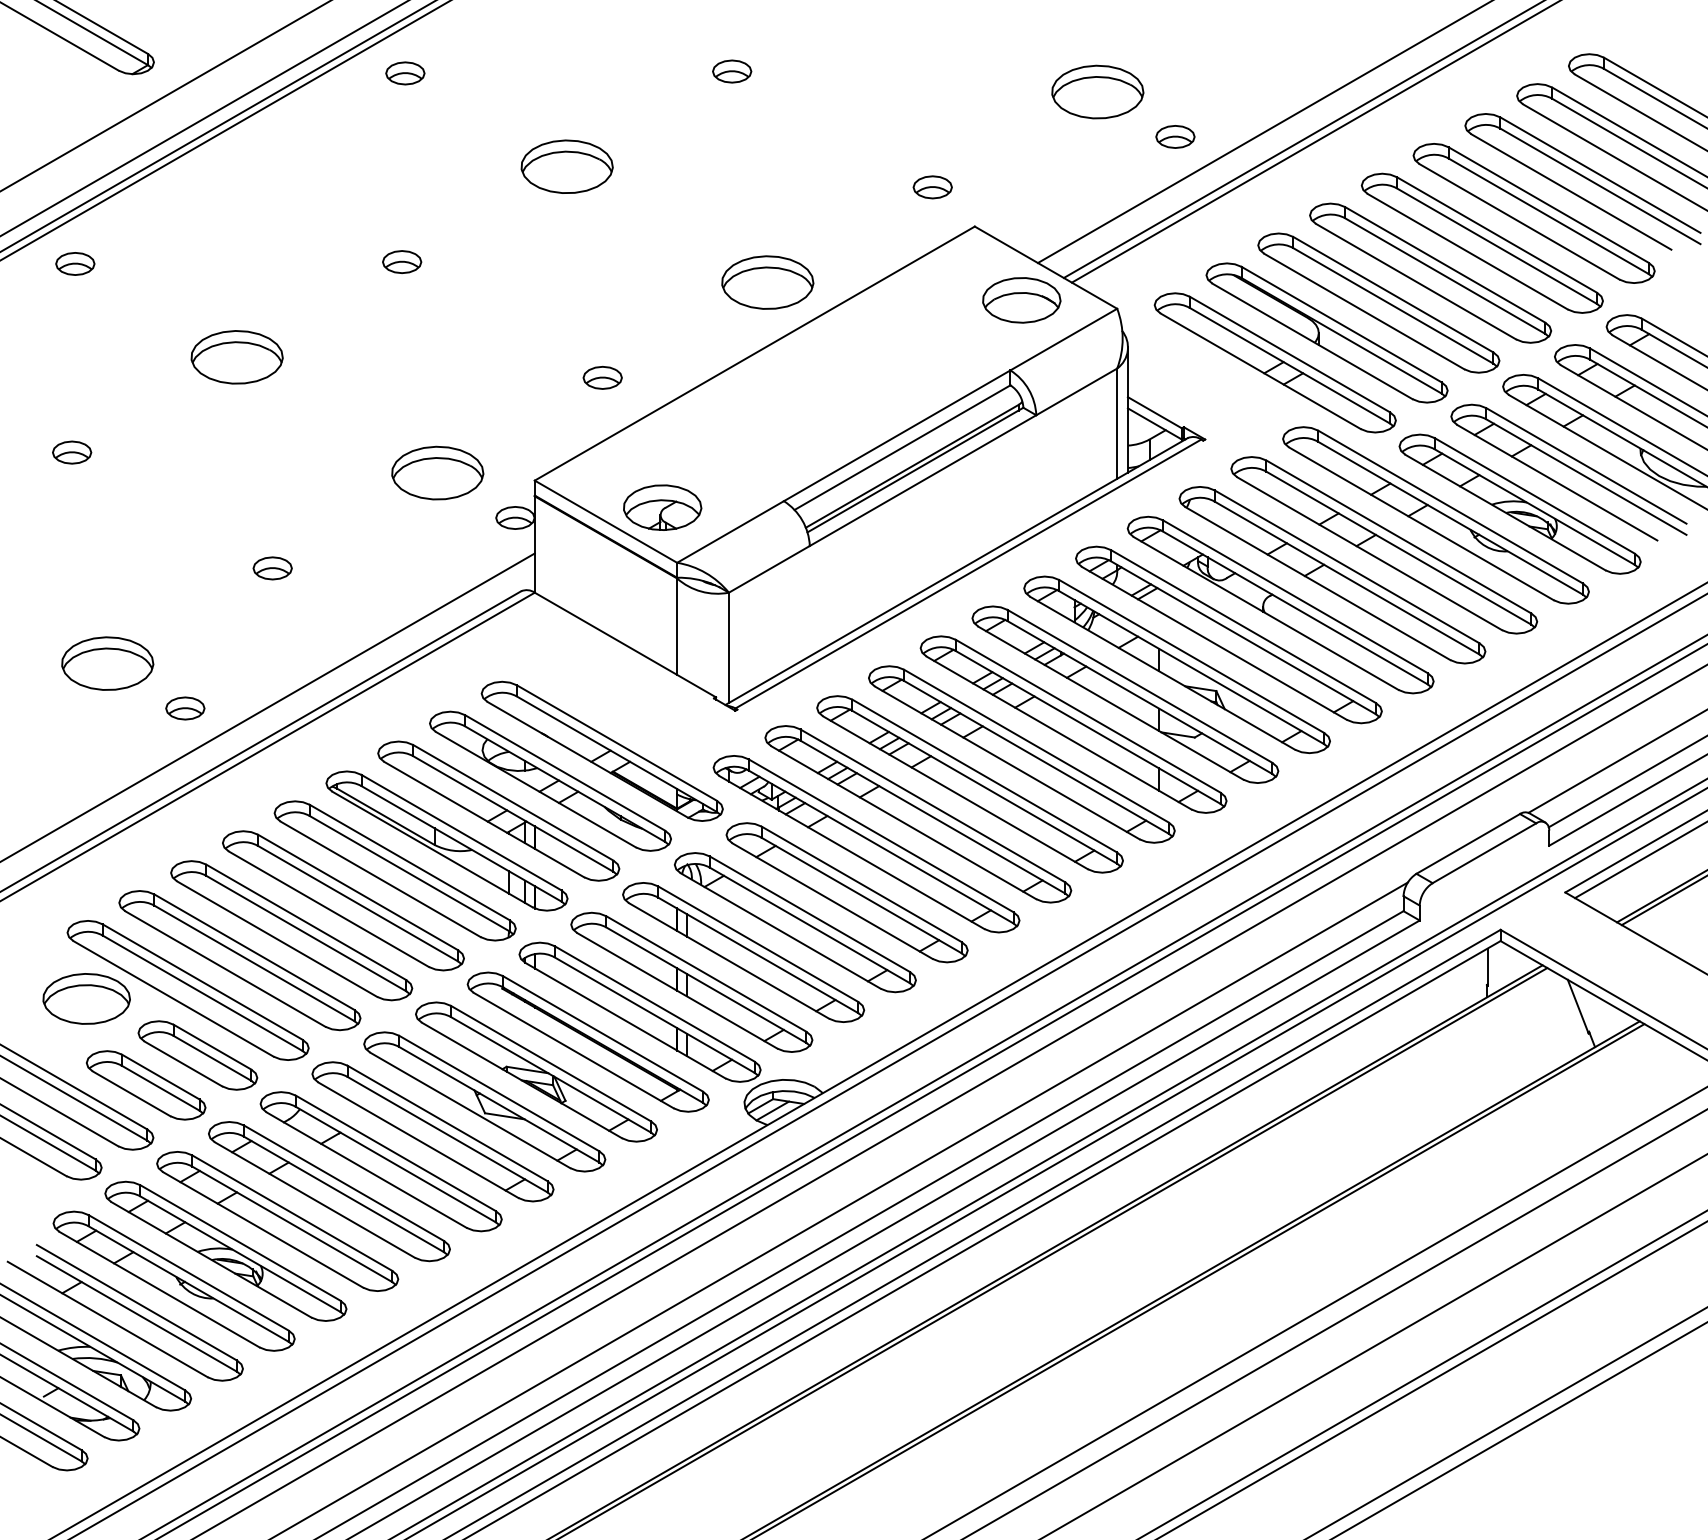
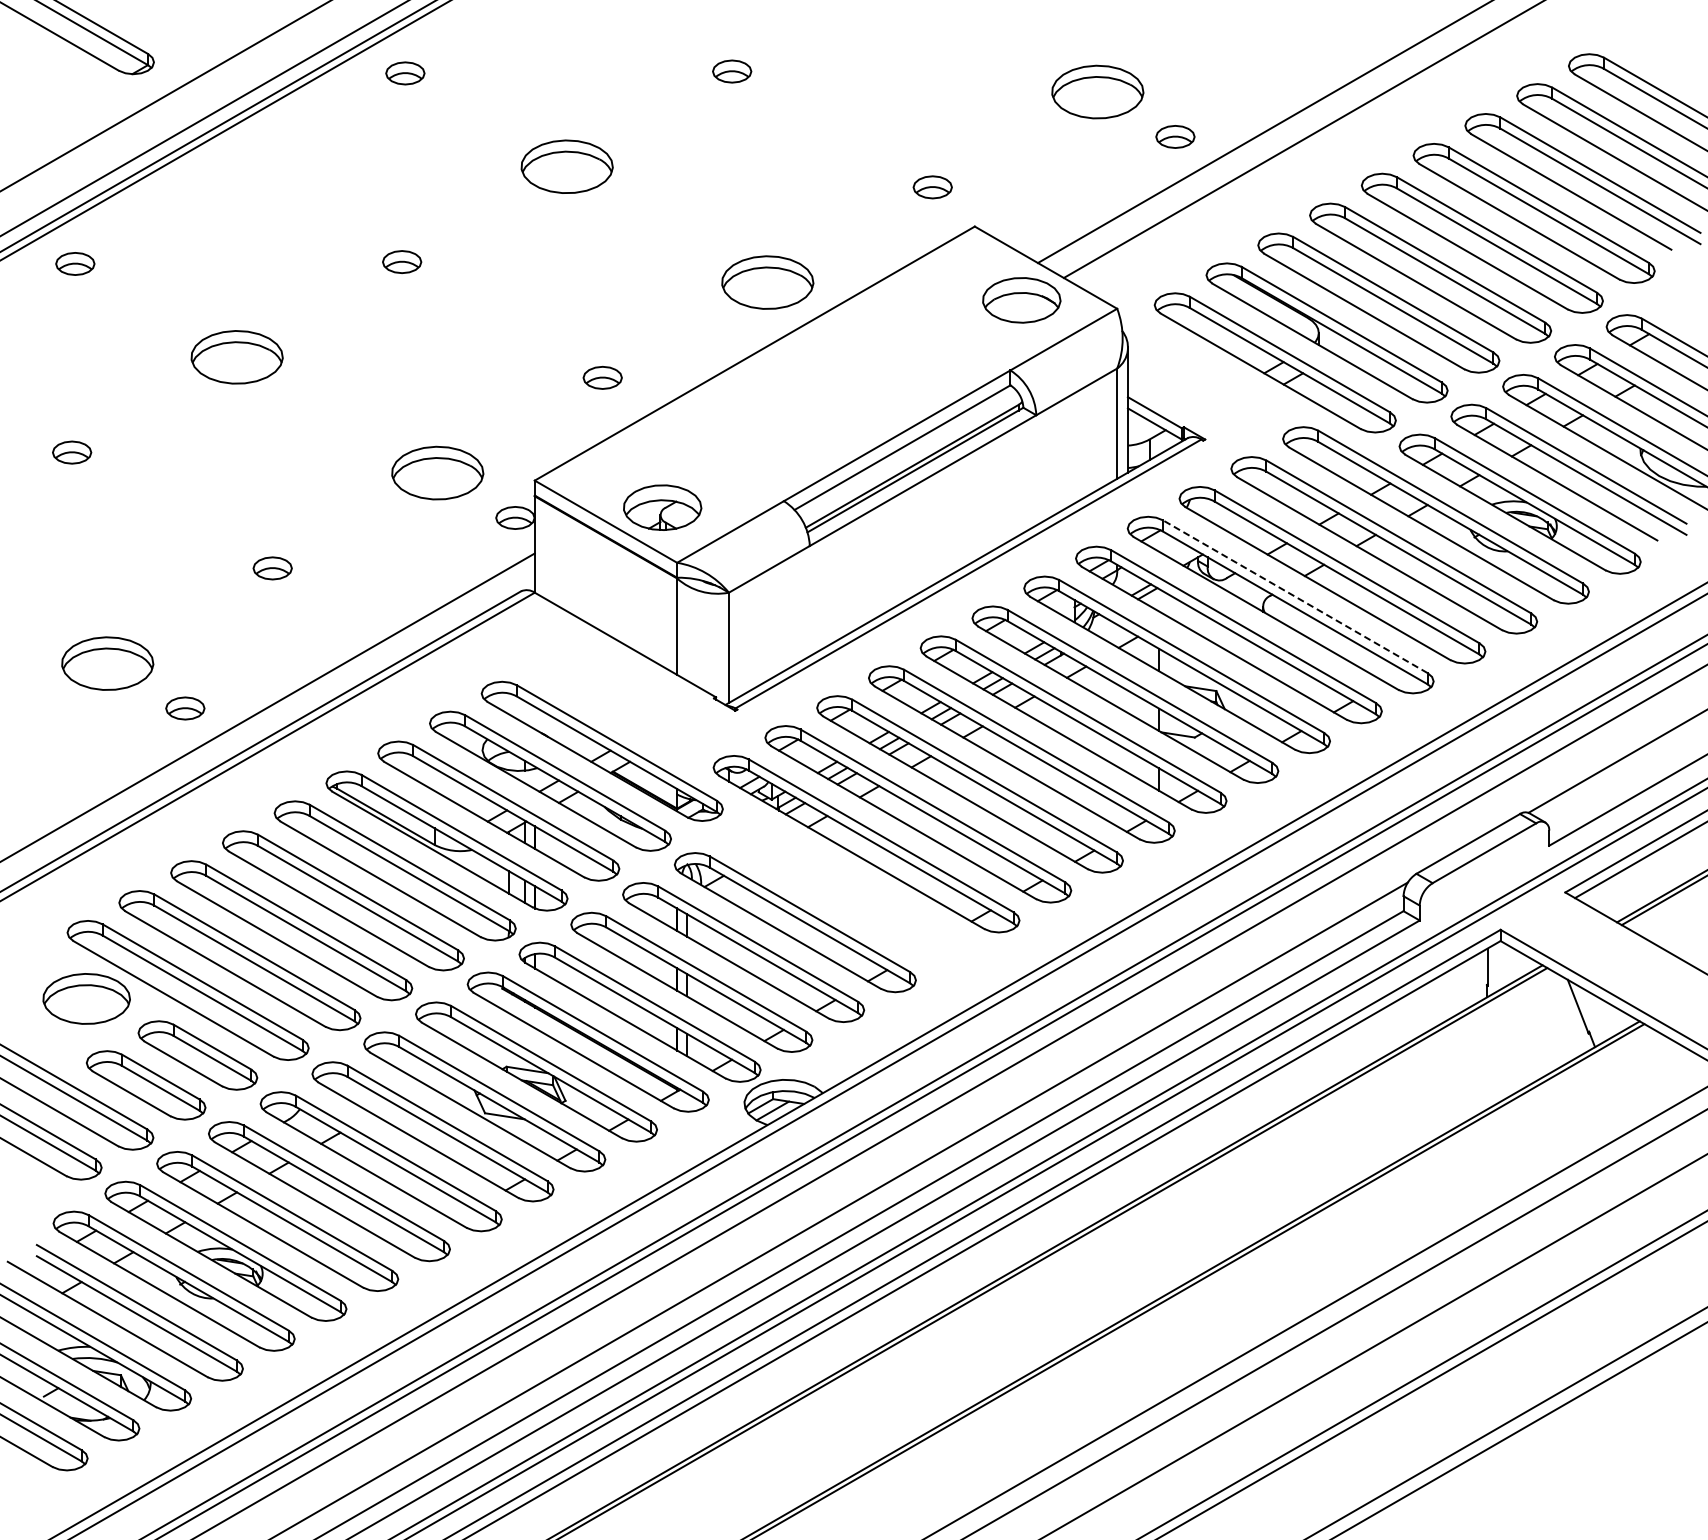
line at (1314, 142): present -> none
line at (1295, 596): solid -> dashed
line at (1626, 782): present -> none
part at (846, 892): present -> none
